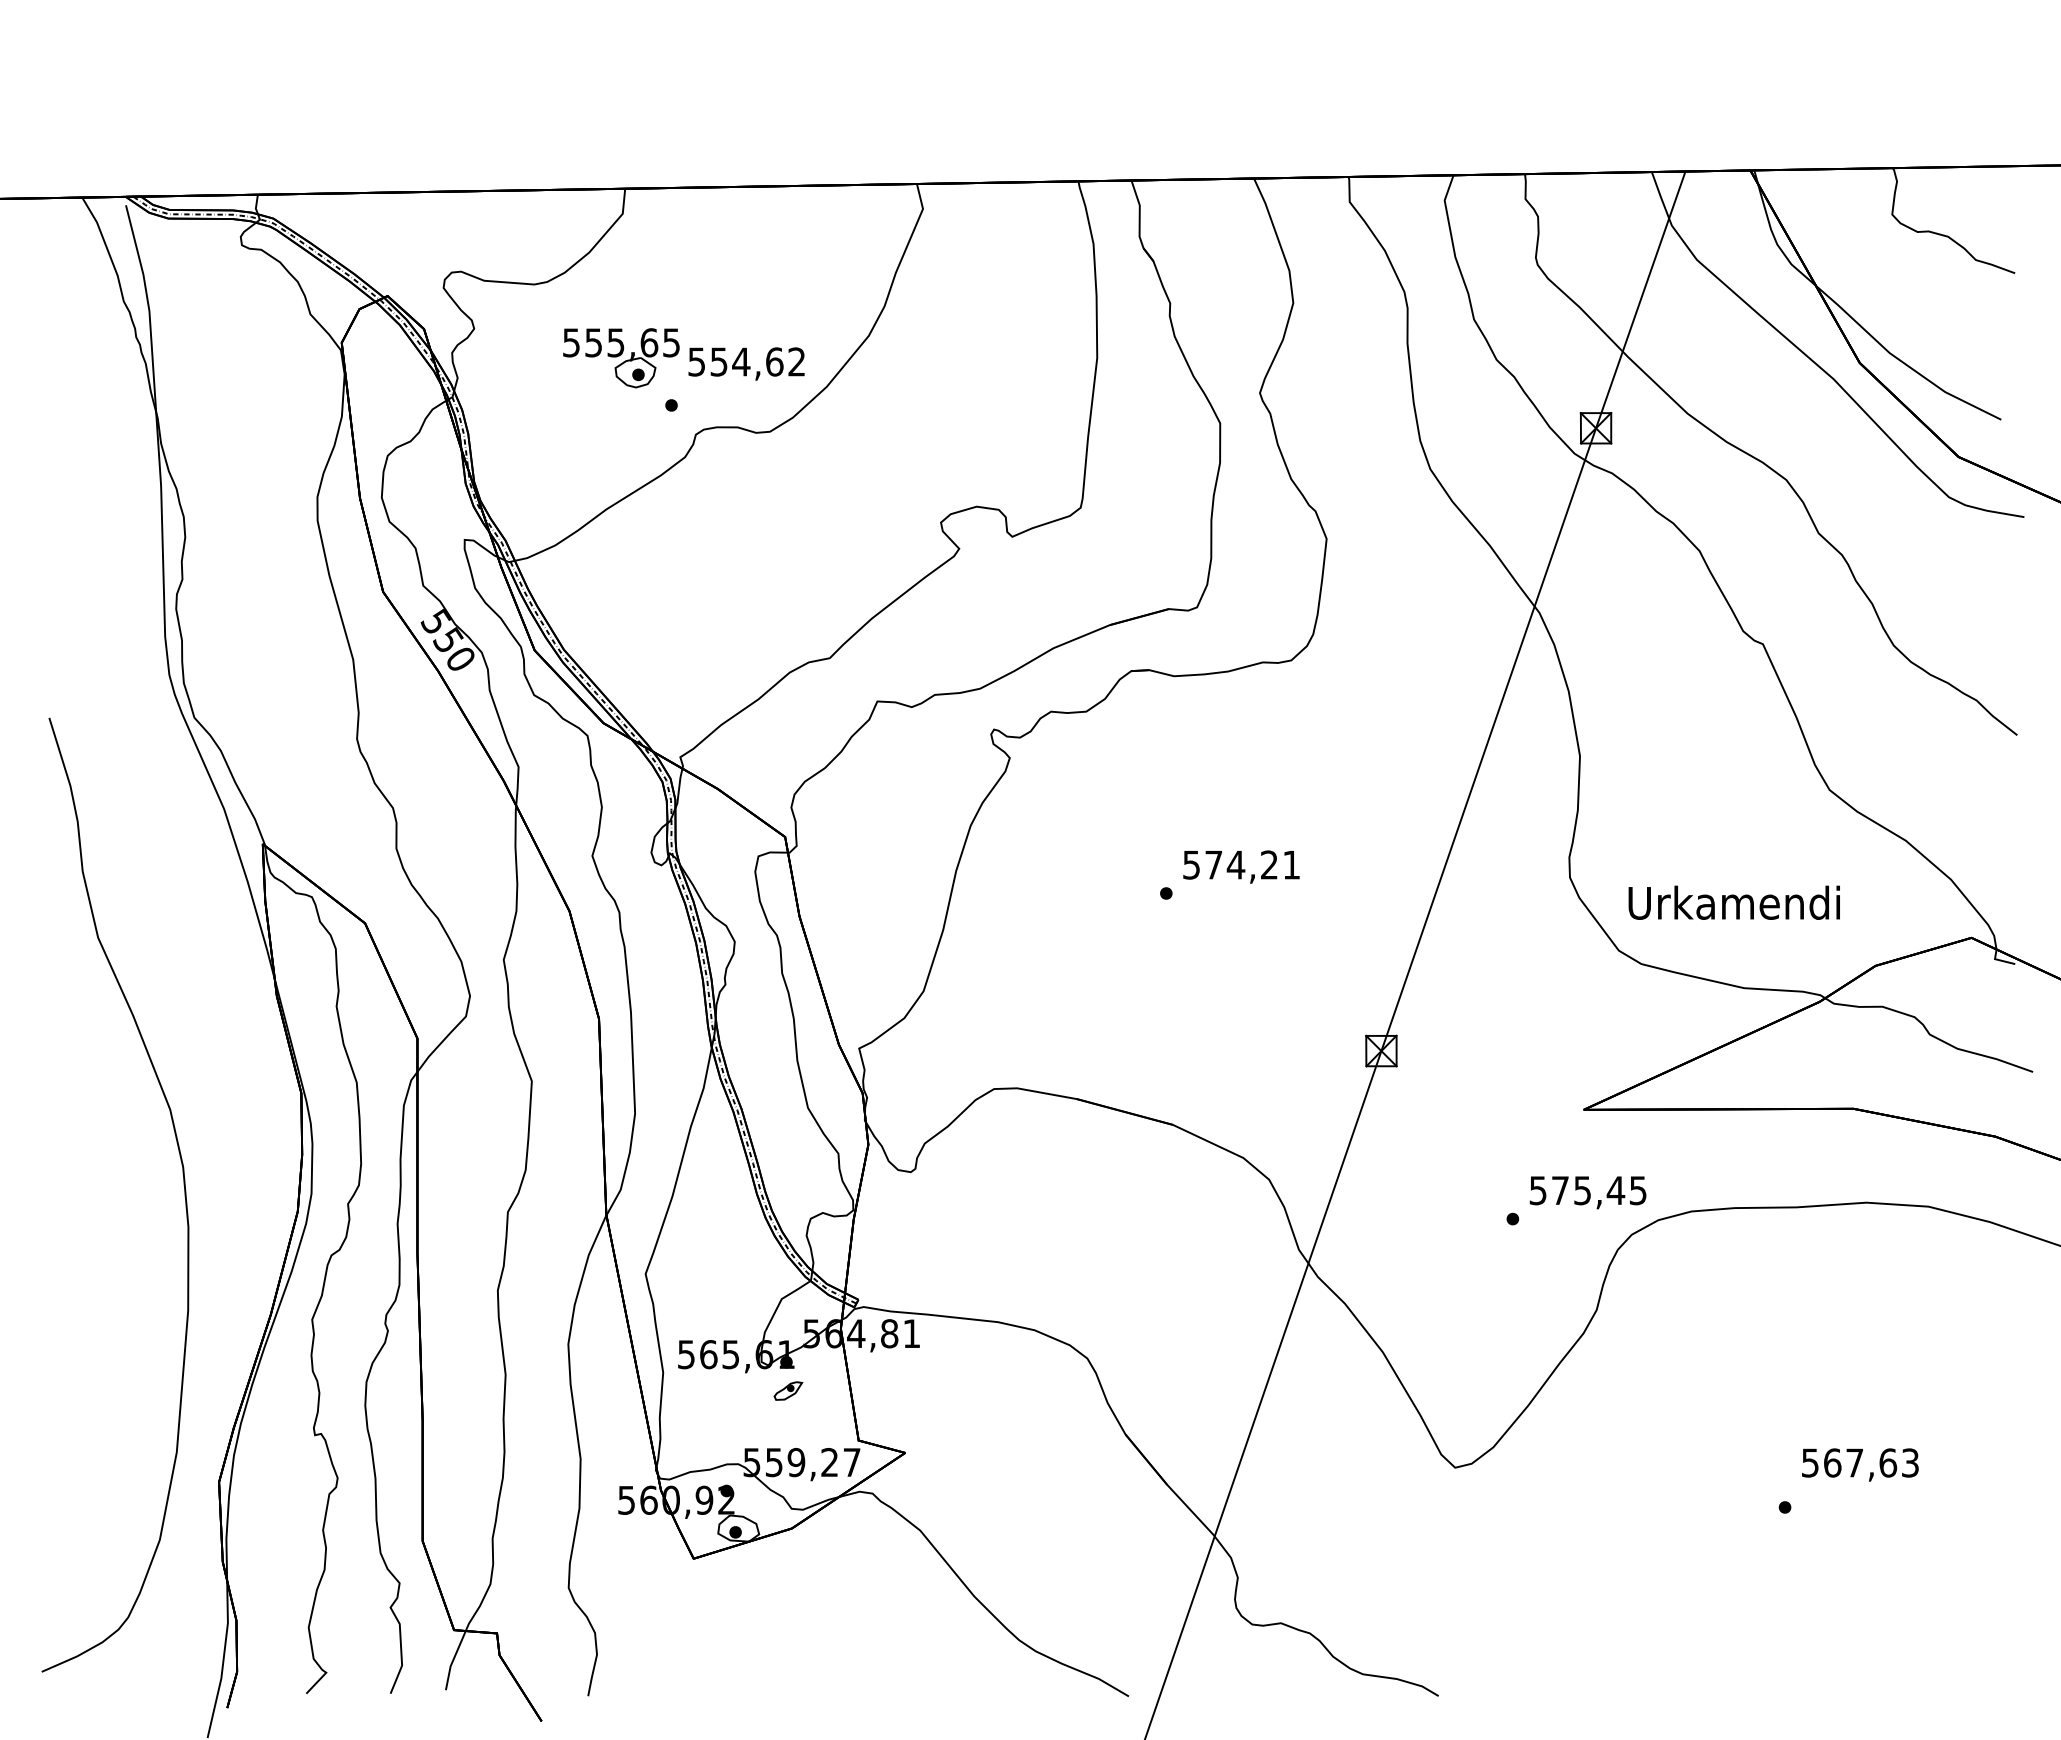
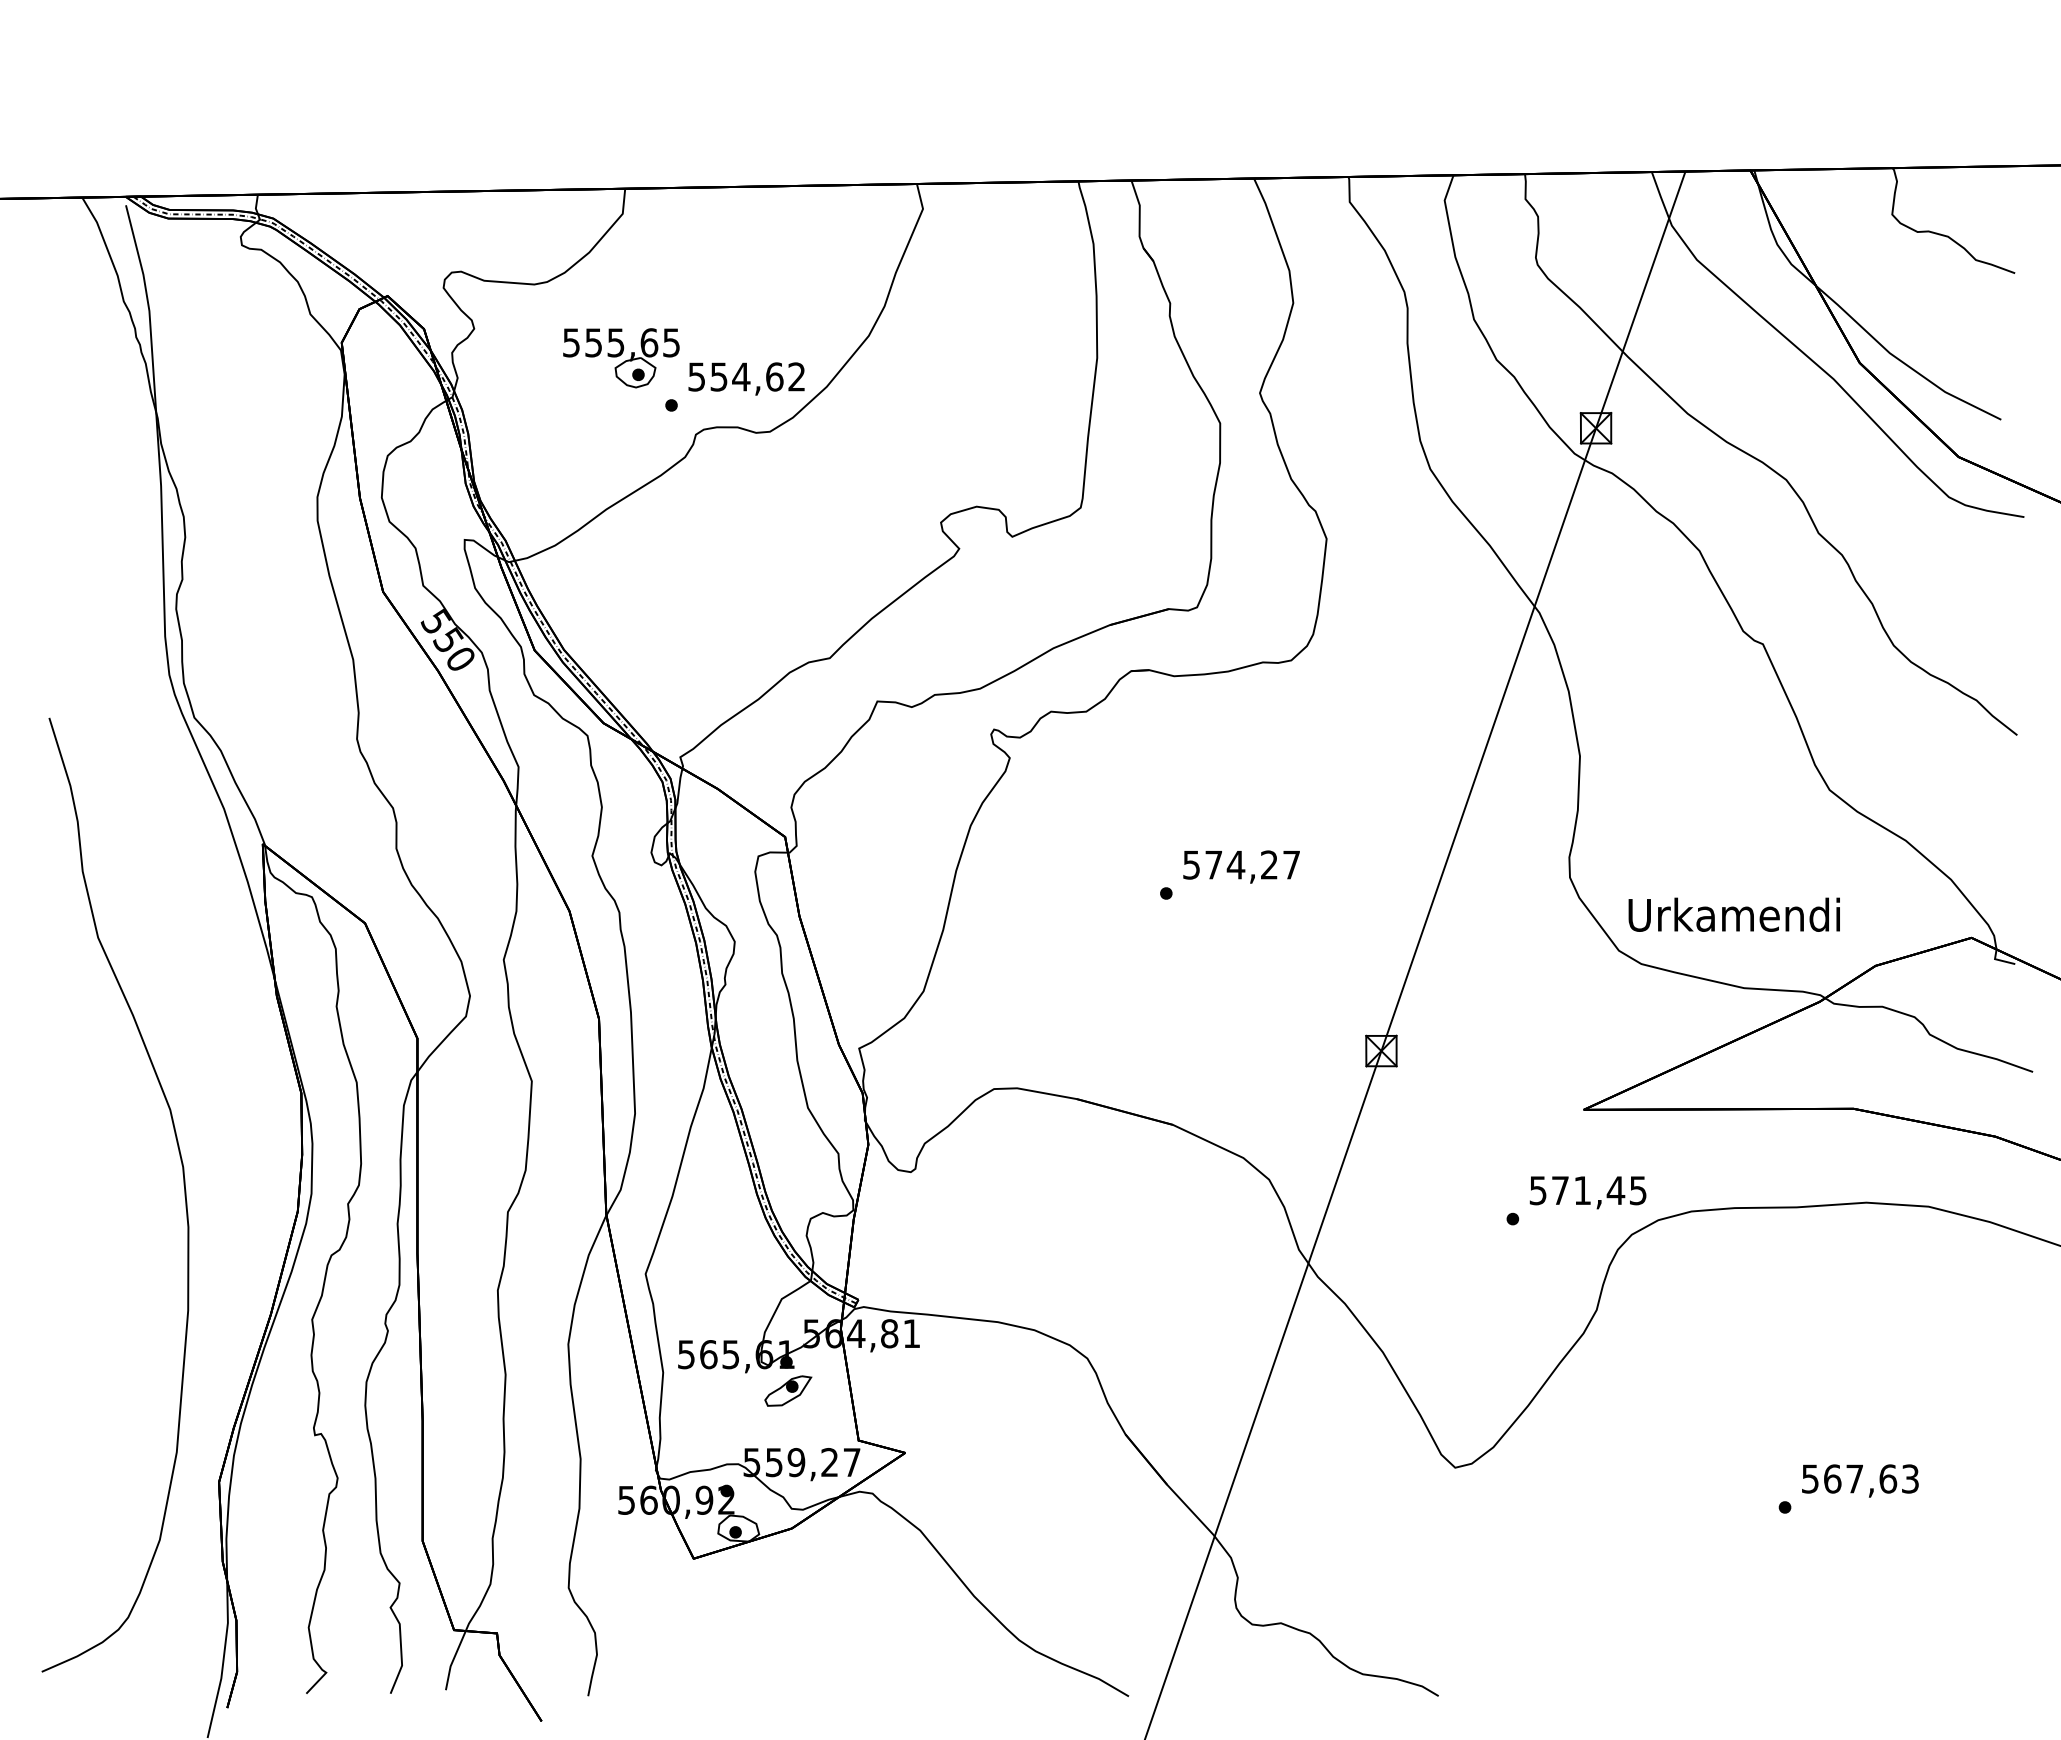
text at (746, 363) position: (746, 363) -> (746, 378)
text at (1291, 864): 574,21 -> 574,27
text at (1733, 902) position: (1733, 902) -> (1733, 914)
text at (1582, 1190): 575,45 -> 571,45
part at (788, 1390) size: 31x20 px -> 49x32 px
text at (1860, 1464) position: (1860, 1464) -> (1860, 1480)
